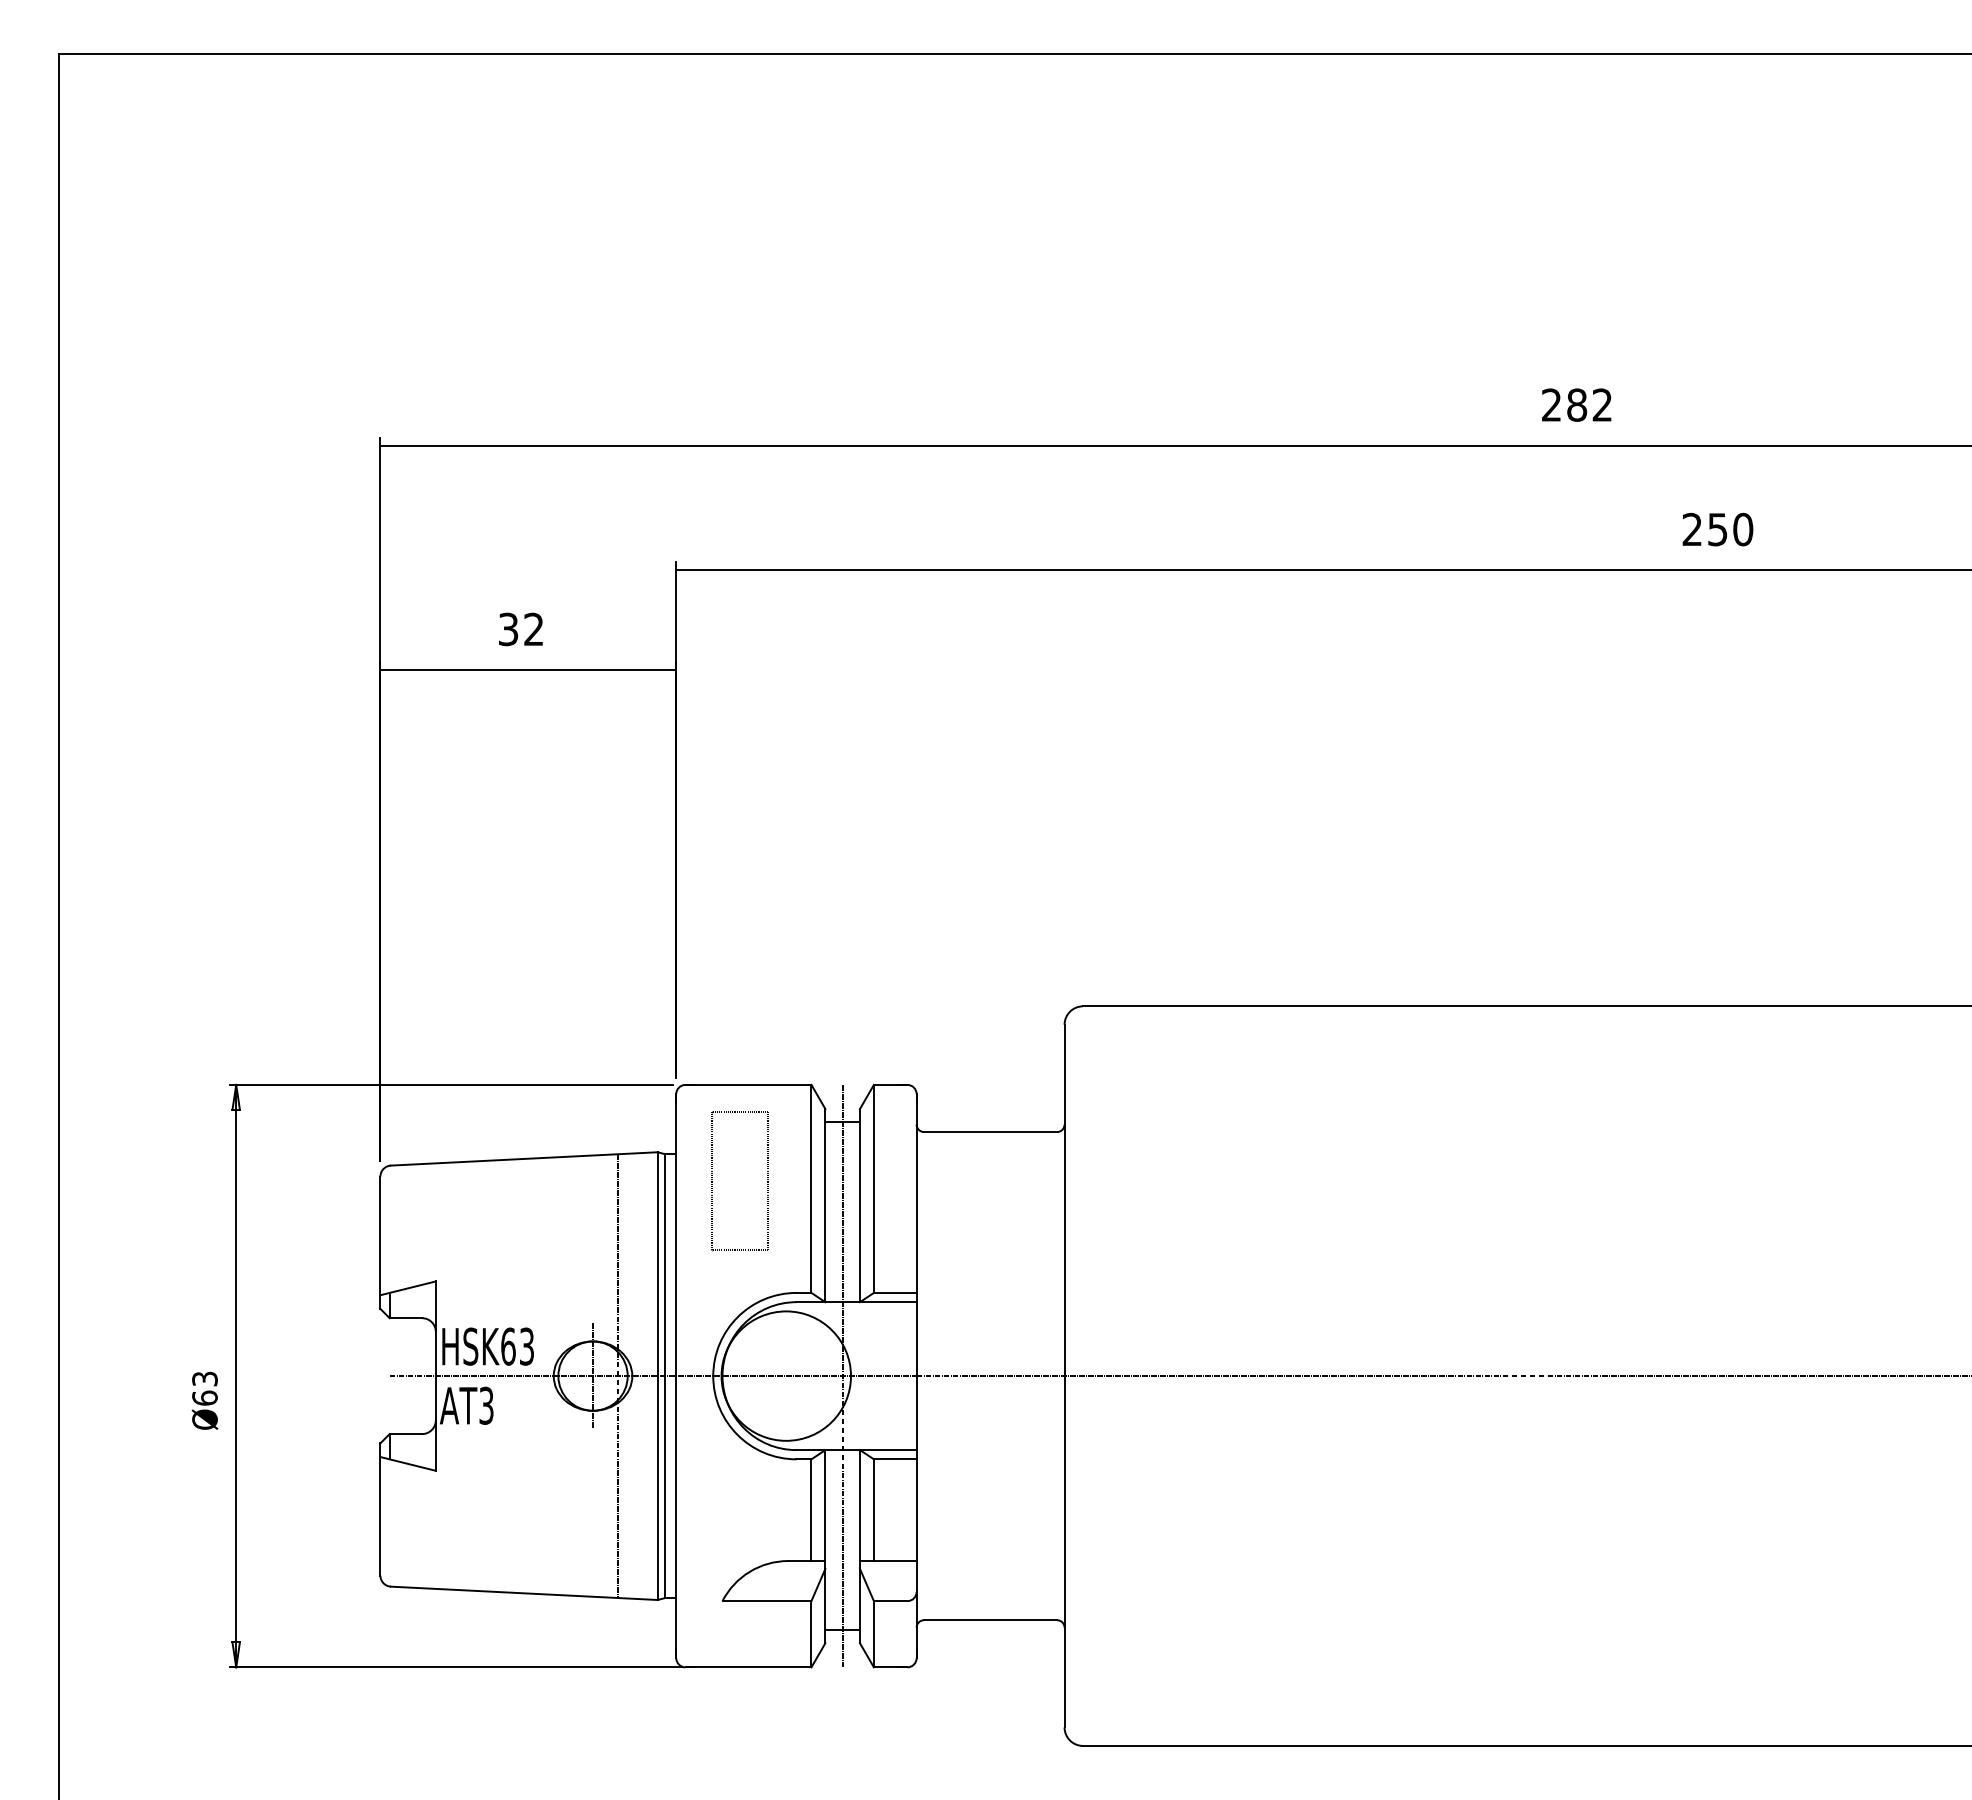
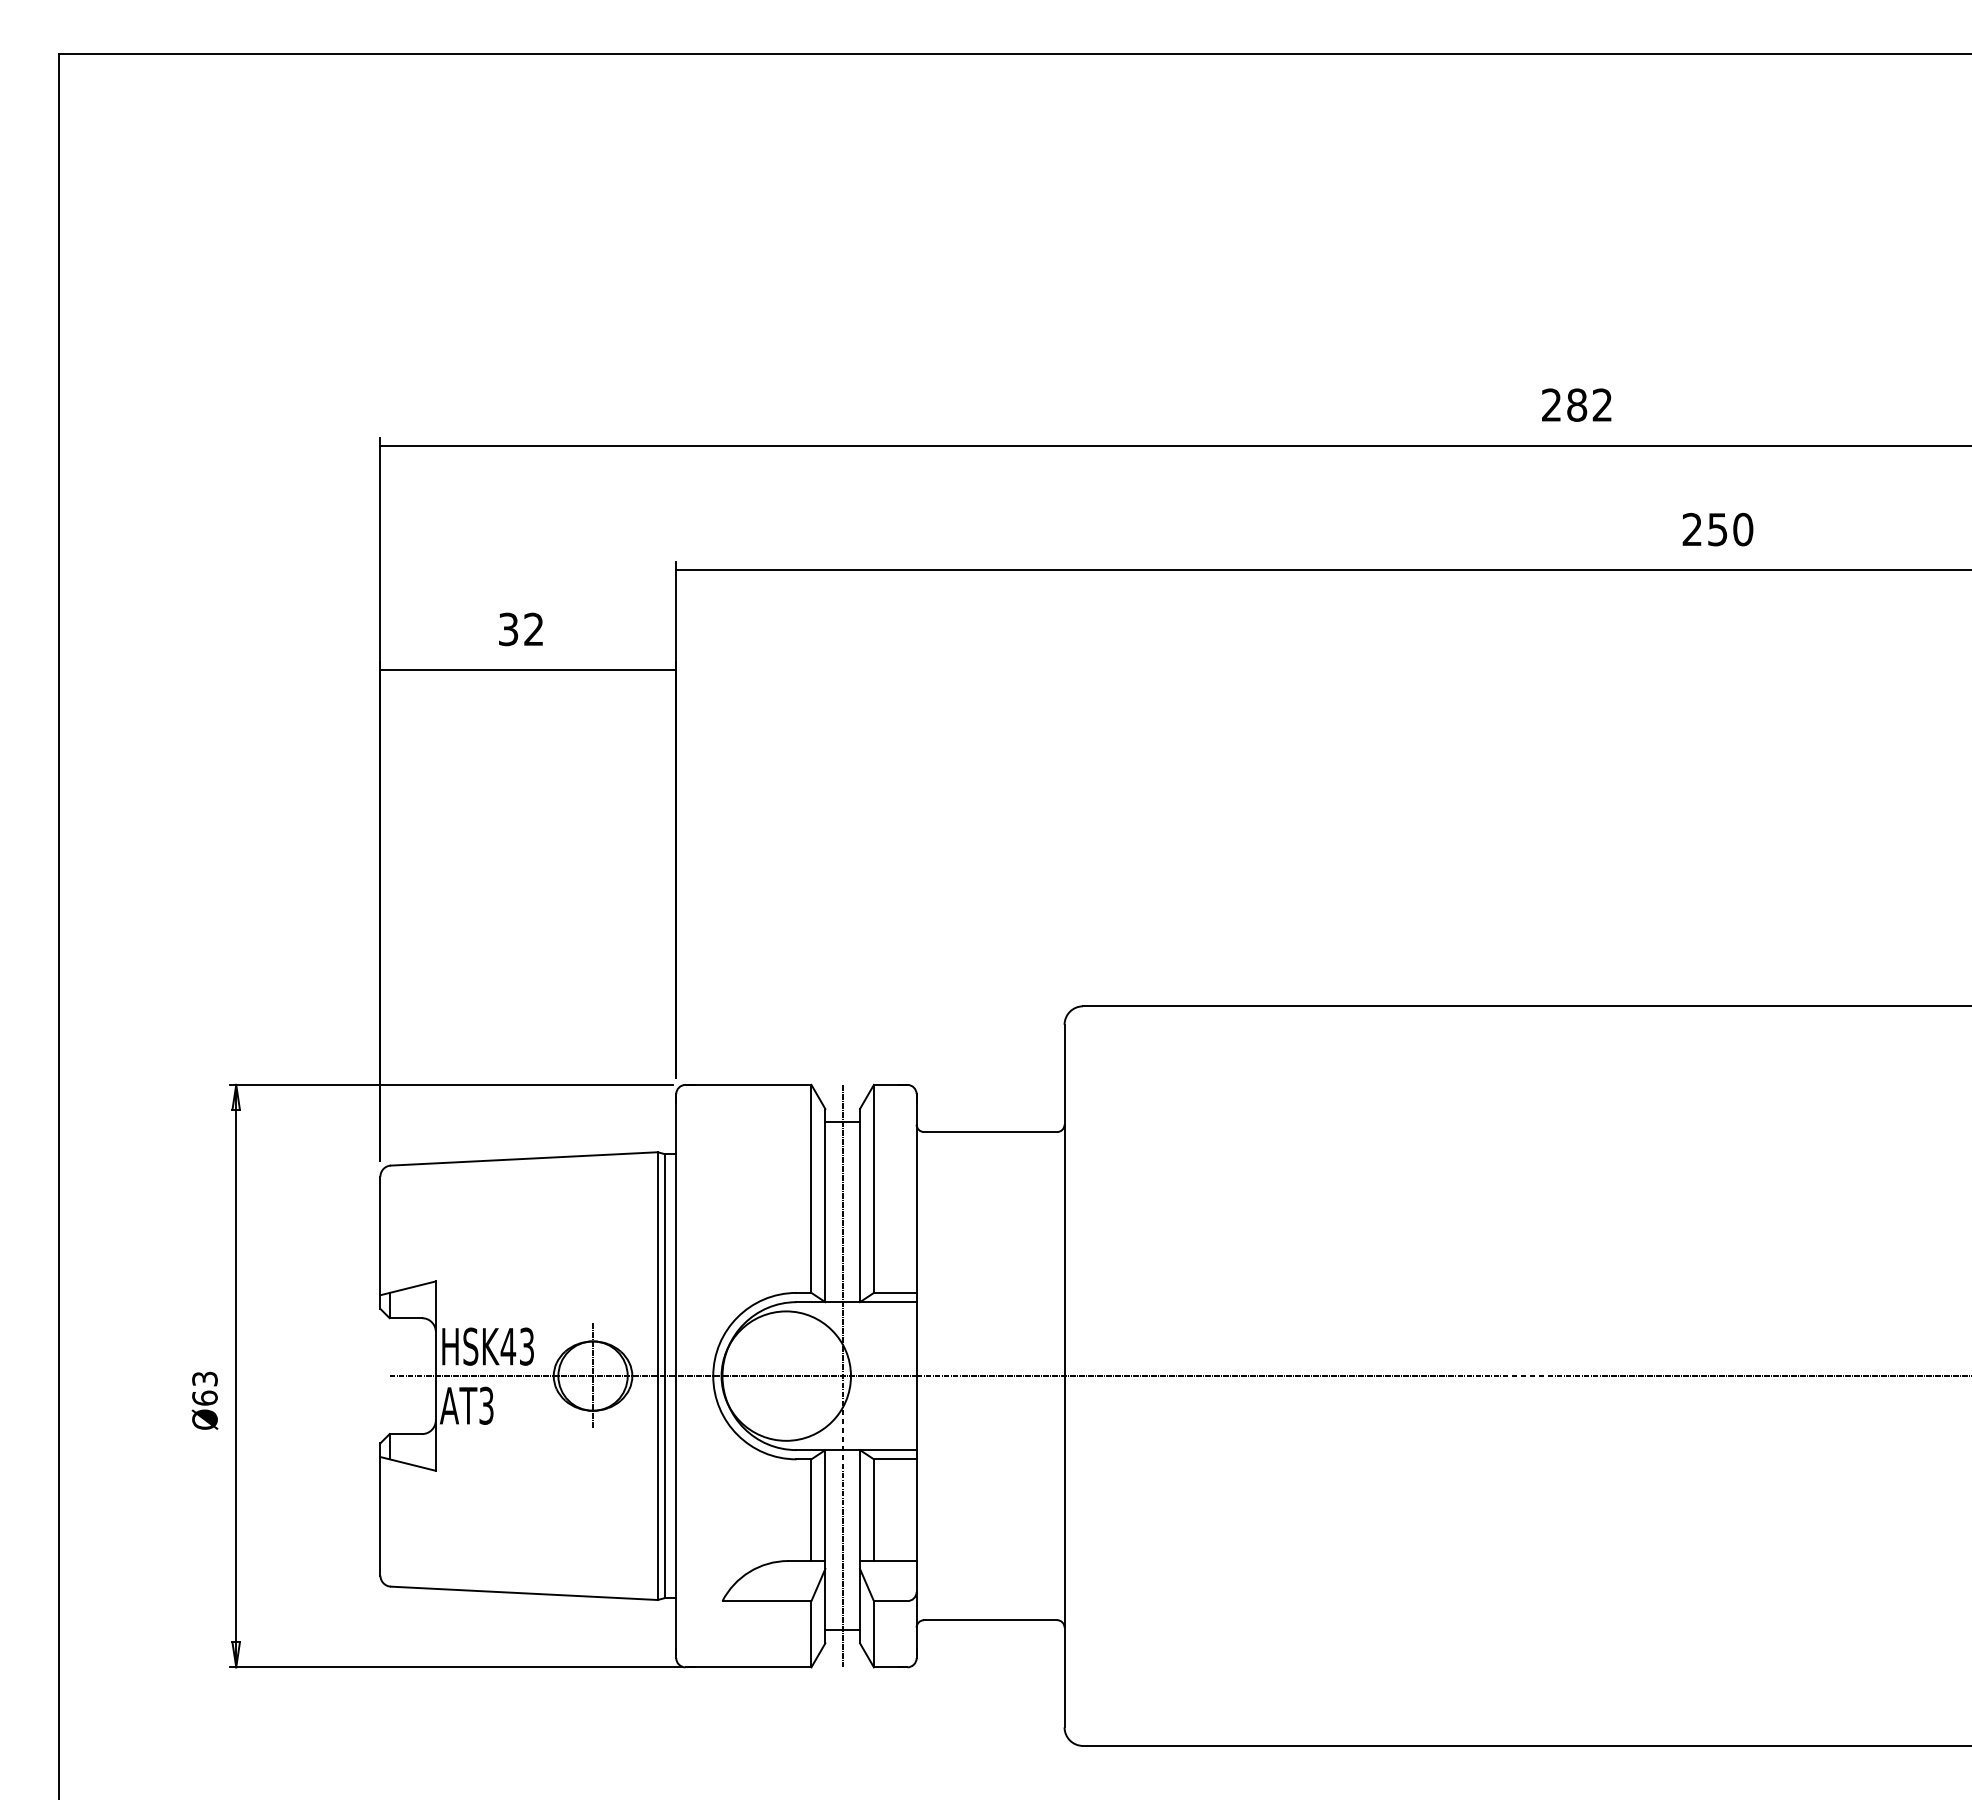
part at (712, 1181): present -> none
text at (508, 1346): HSK63 -> HSK43
line at (618, 1376): present -> none
